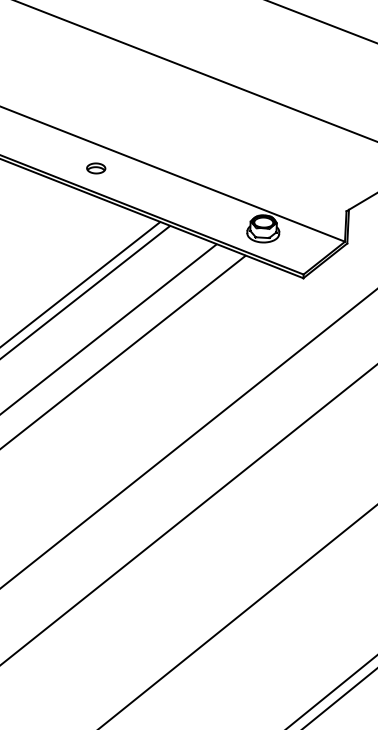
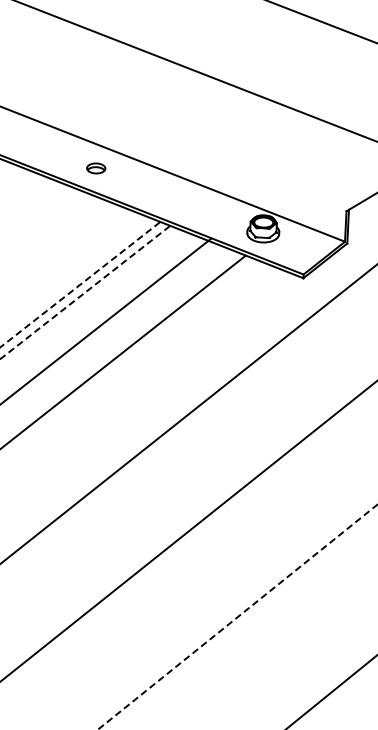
line at (79, 285): solid -> dashed
line at (84, 292): solid -> dashed
line at (109, 328) position: (109, 328) -> (106, 320)
line at (188, 438) position: (188, 438) -> (188, 414)
line at (188, 515) position: (188, 515) -> (188, 531)
line at (237, 617): solid -> dashed
line at (339, 698): present -> none
